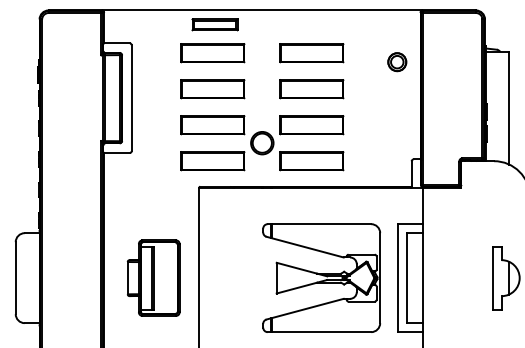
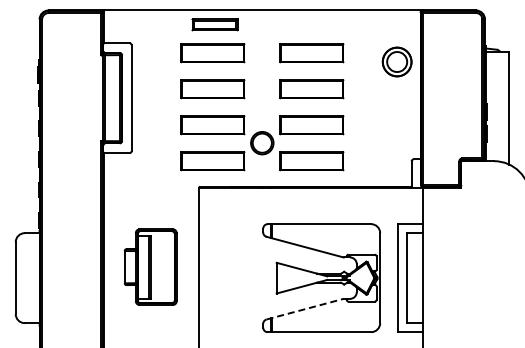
part at (397, 62) size: 21x21 px -> 32x32 px
part at (153, 277) position: (153, 277) -> (150, 266)
part at (506, 278): present -> none
line at (305, 309): solid -> dashed
